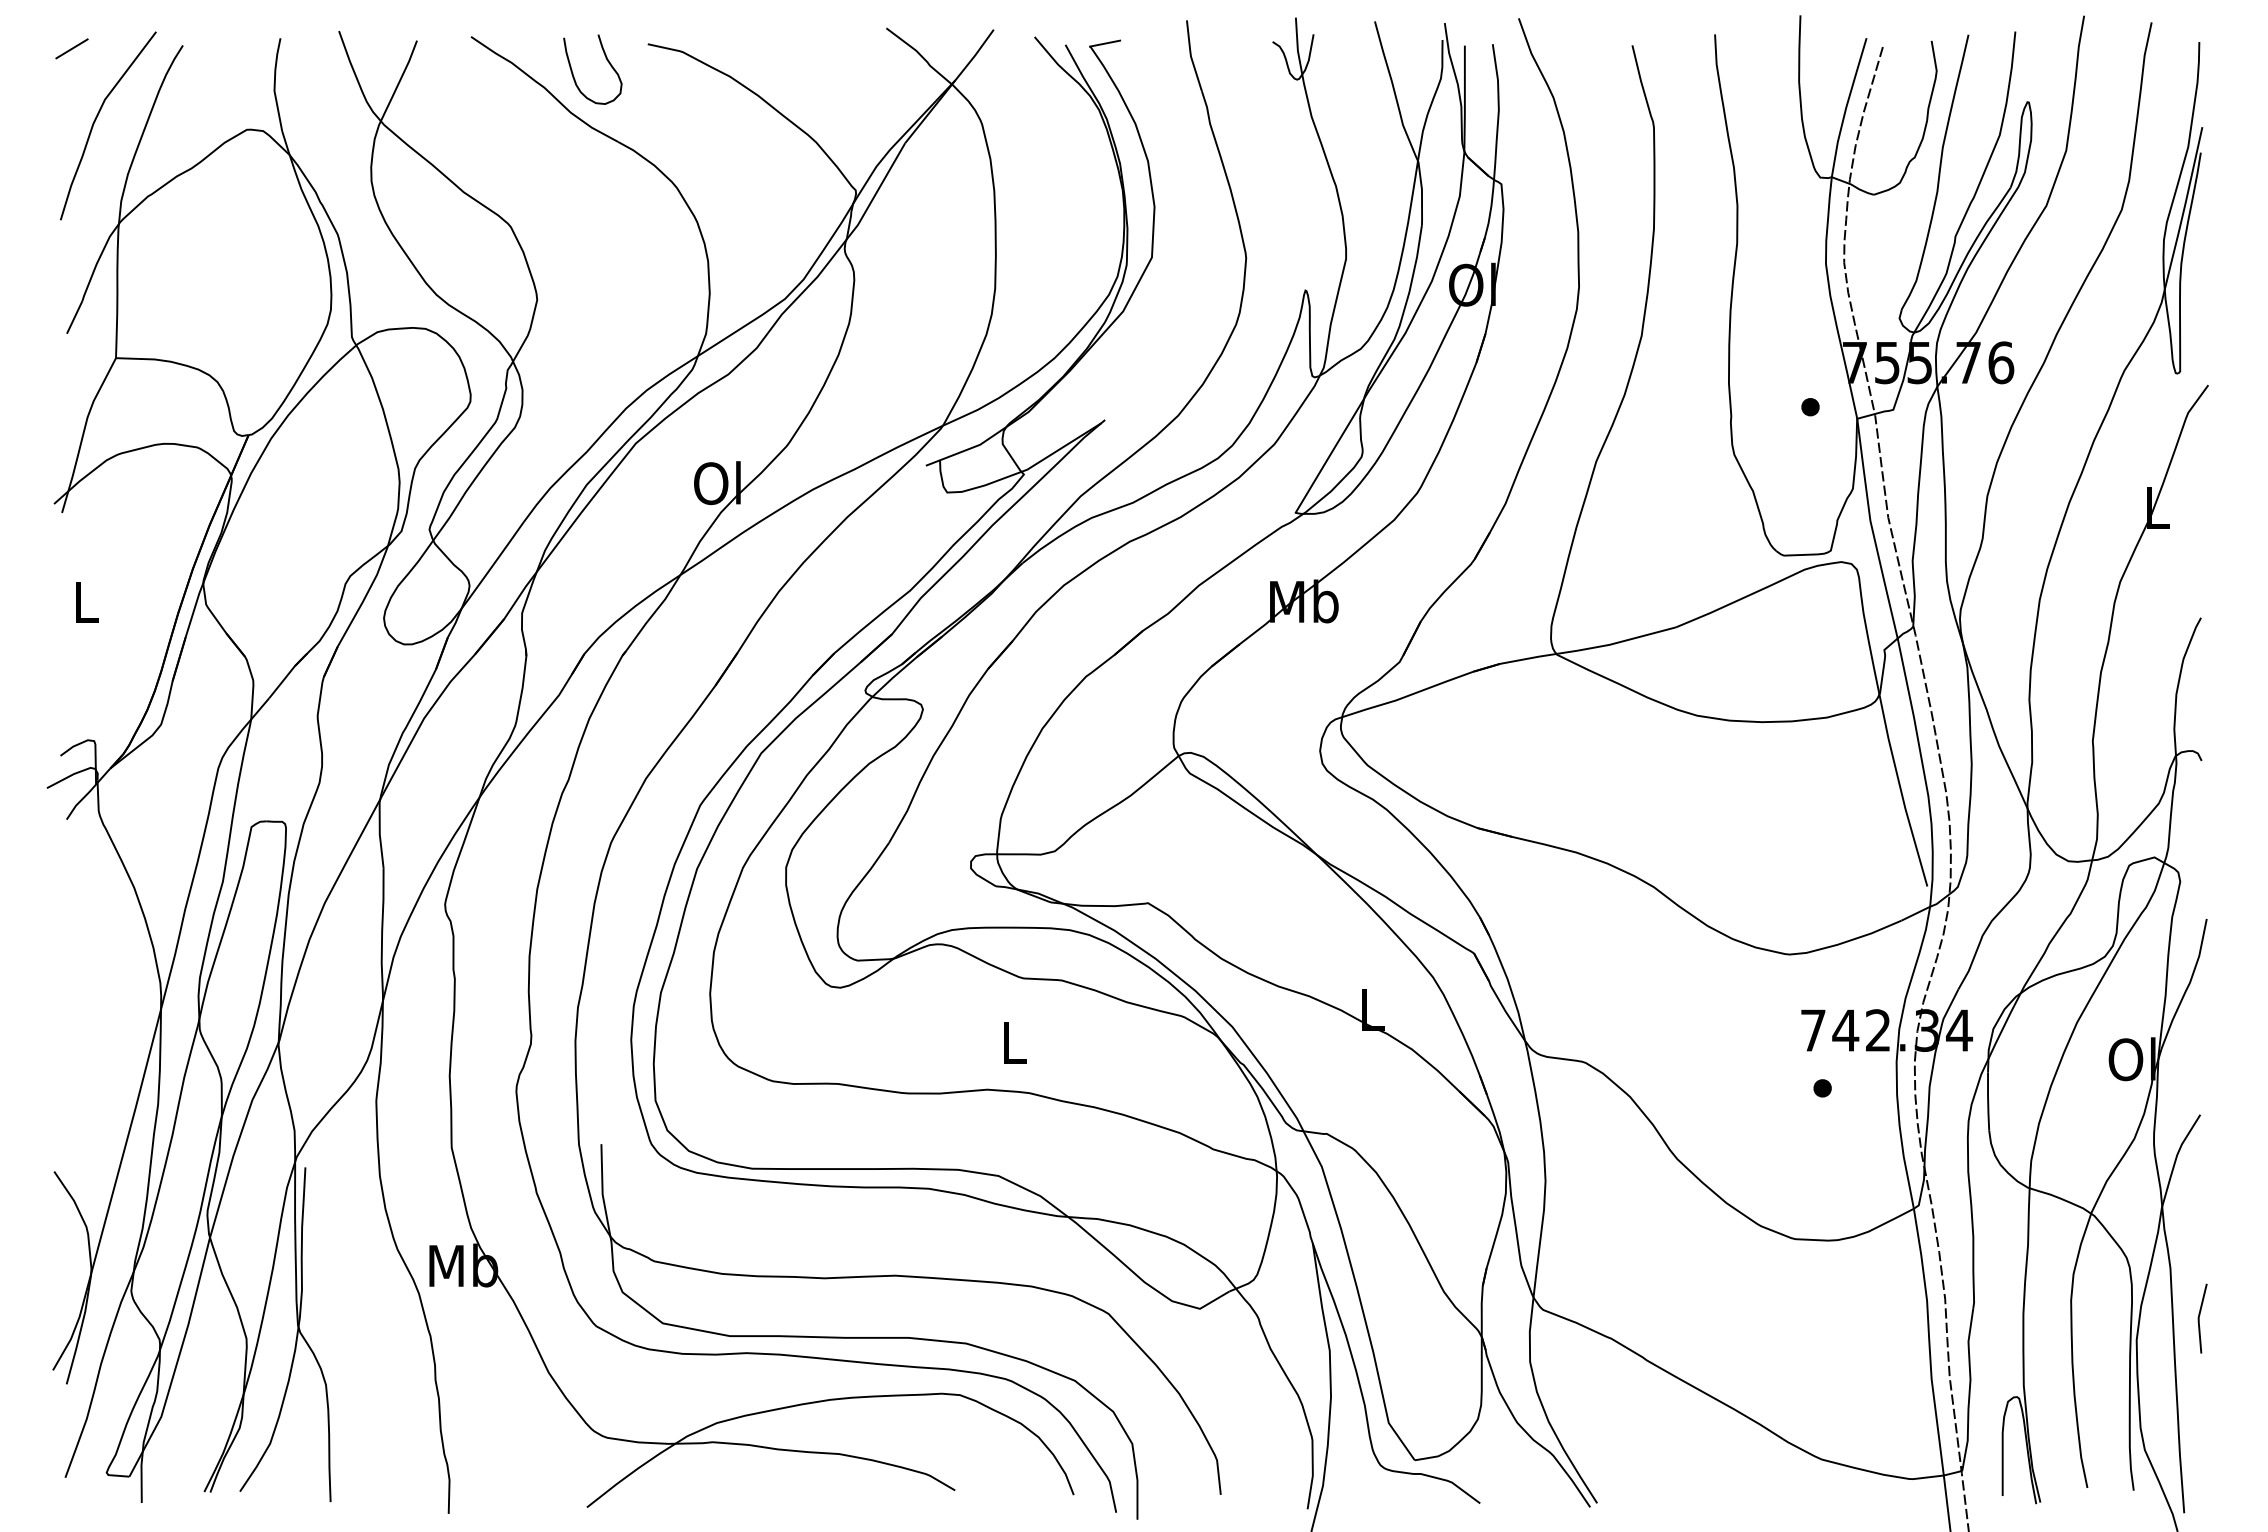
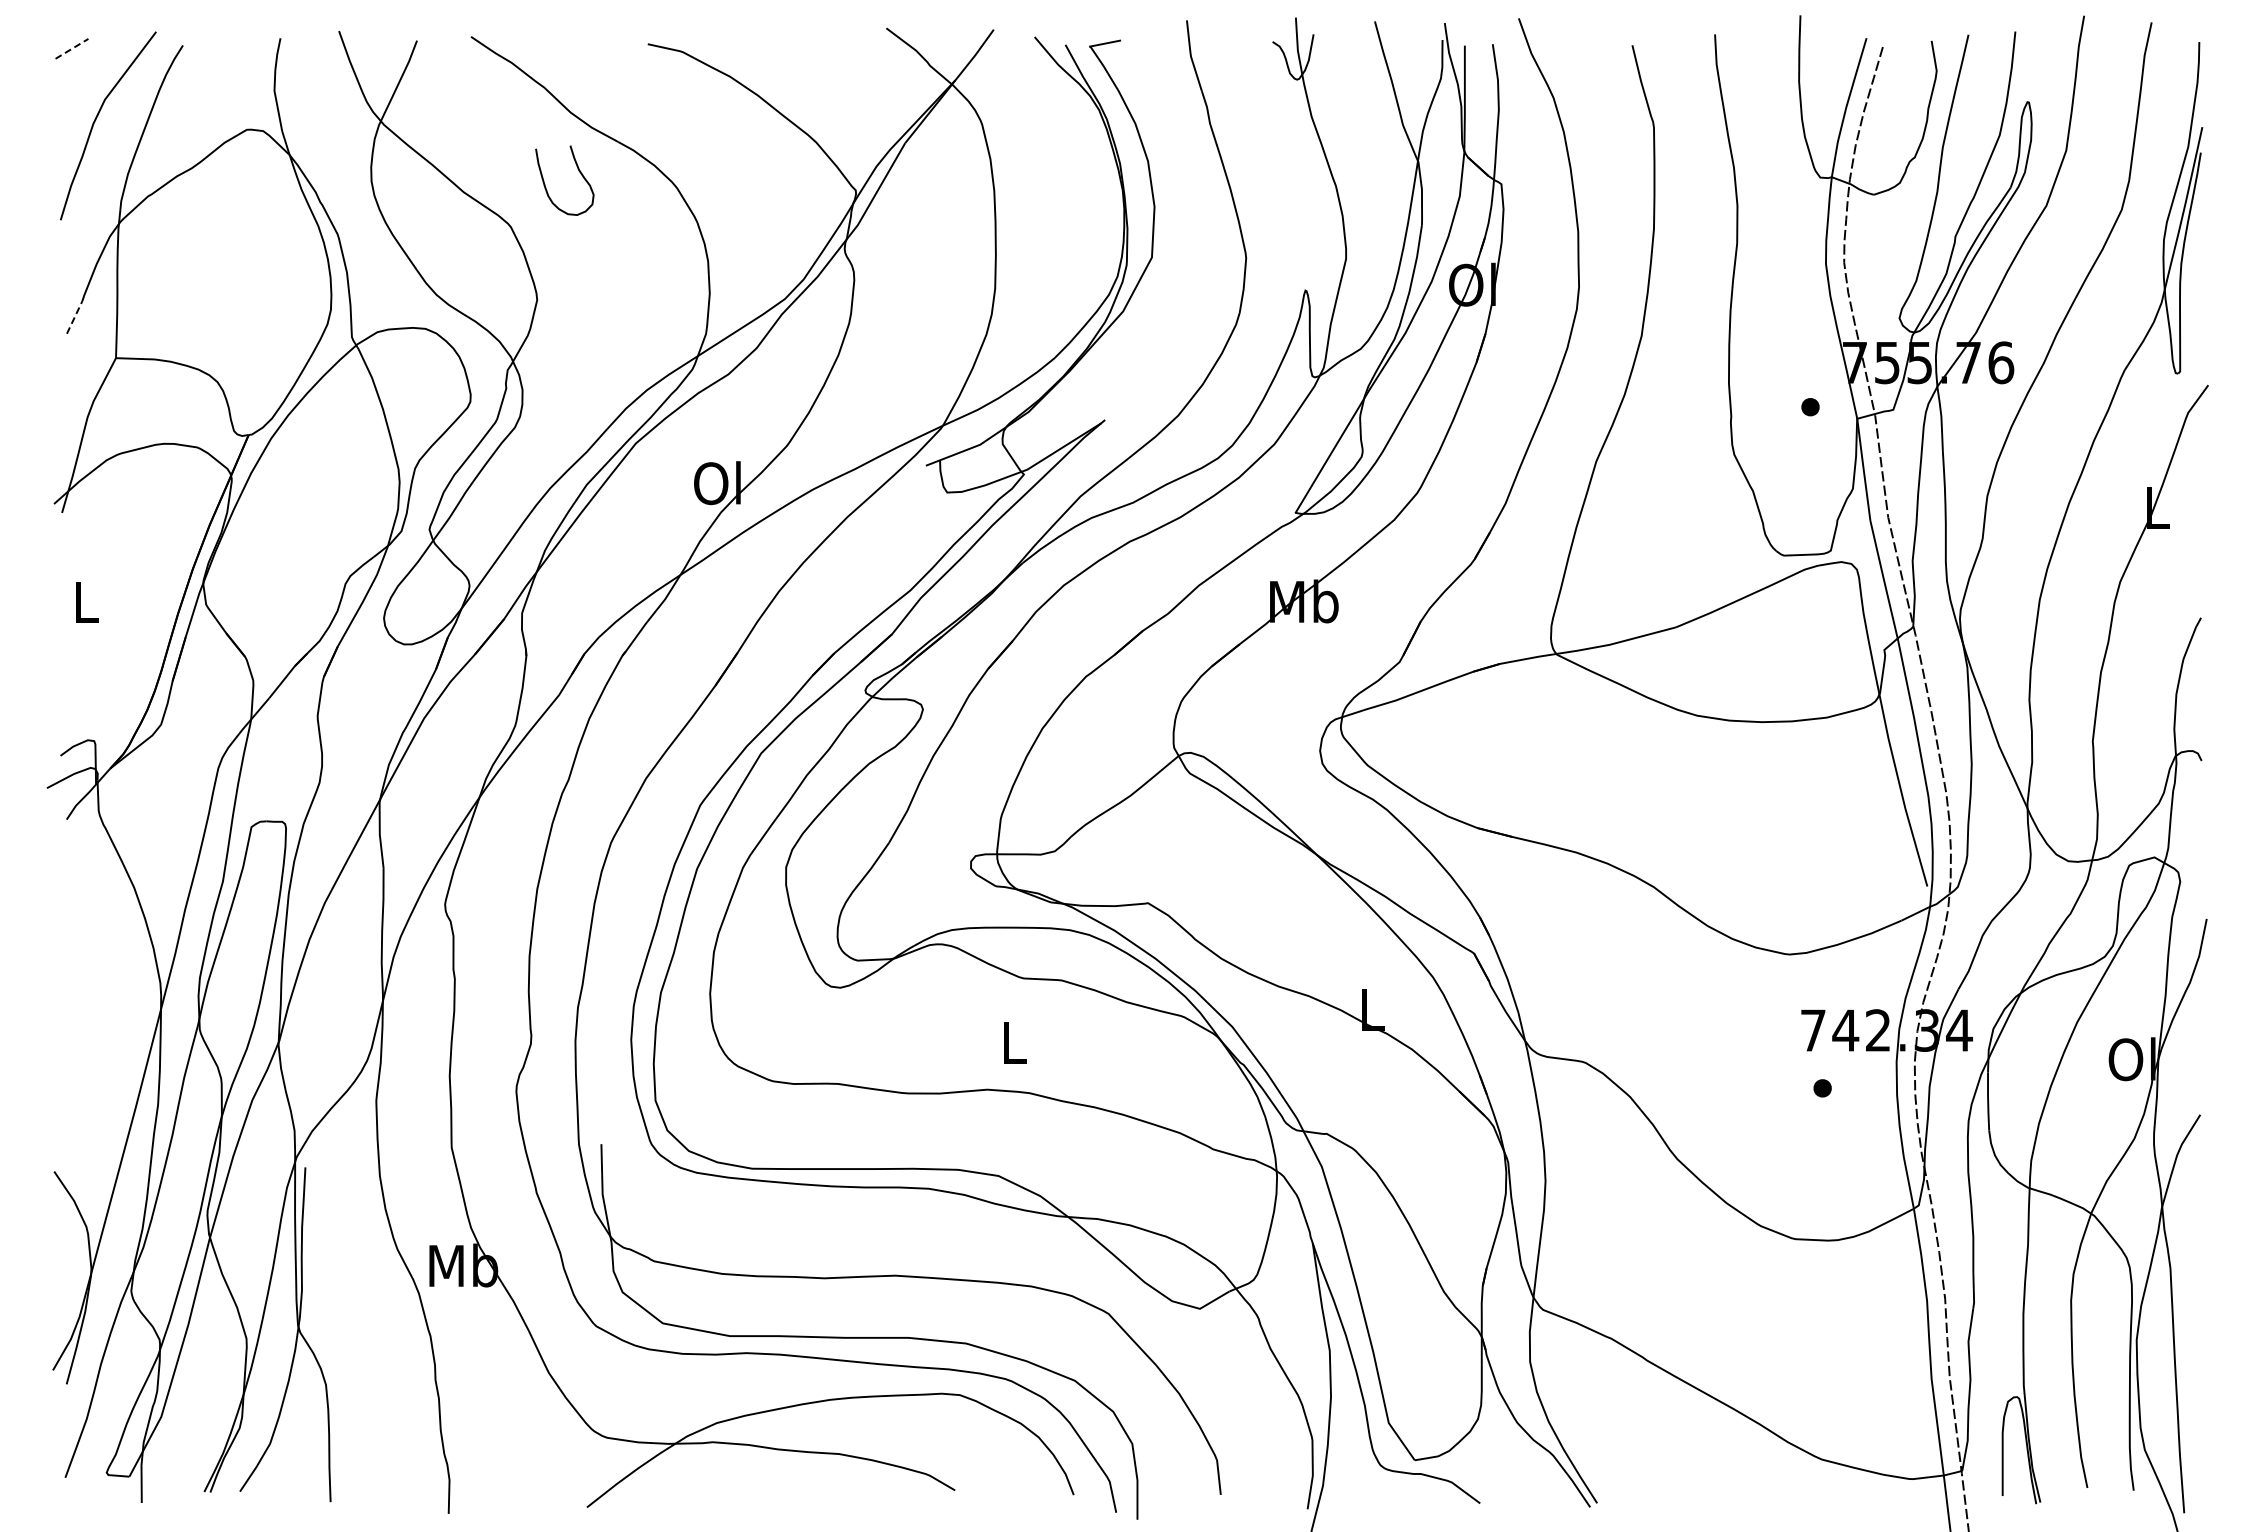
line at (72, 48): solid -> dashed
curve at (606, 60) position: (606, 60) -> (578, 171)
line at (74, 317): solid -> dashed
line at (2199, 1318): present -> none
